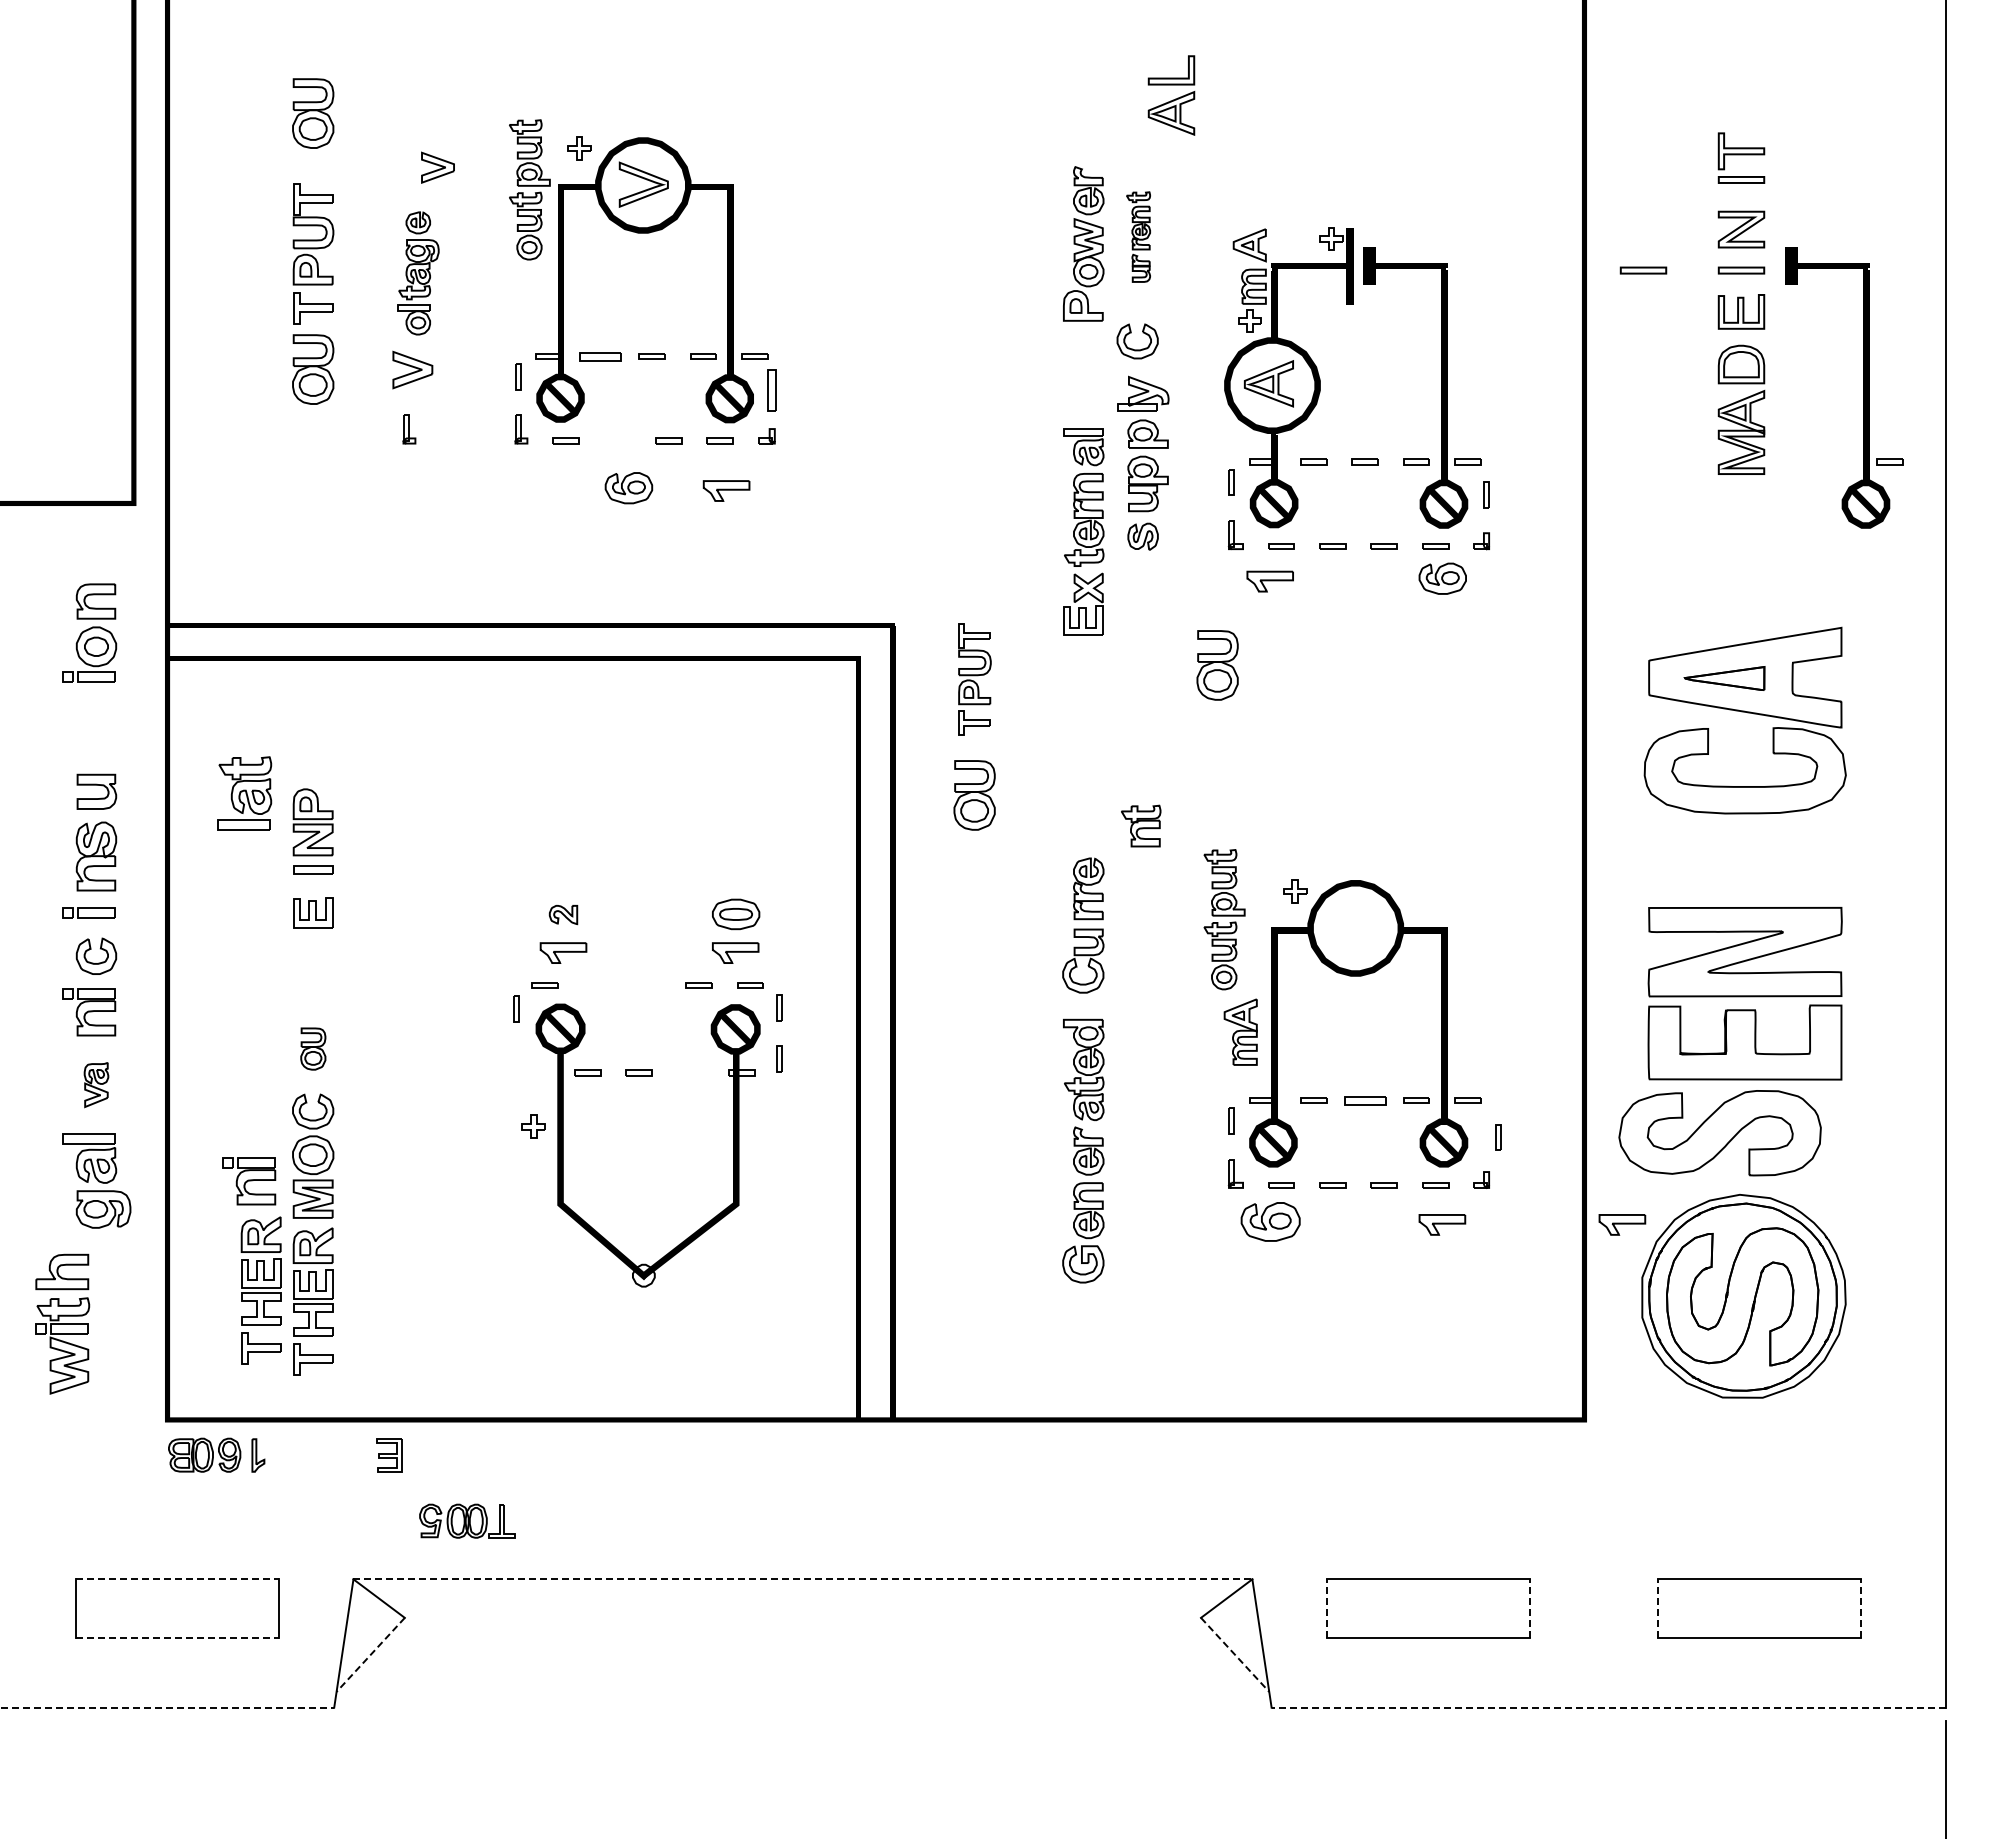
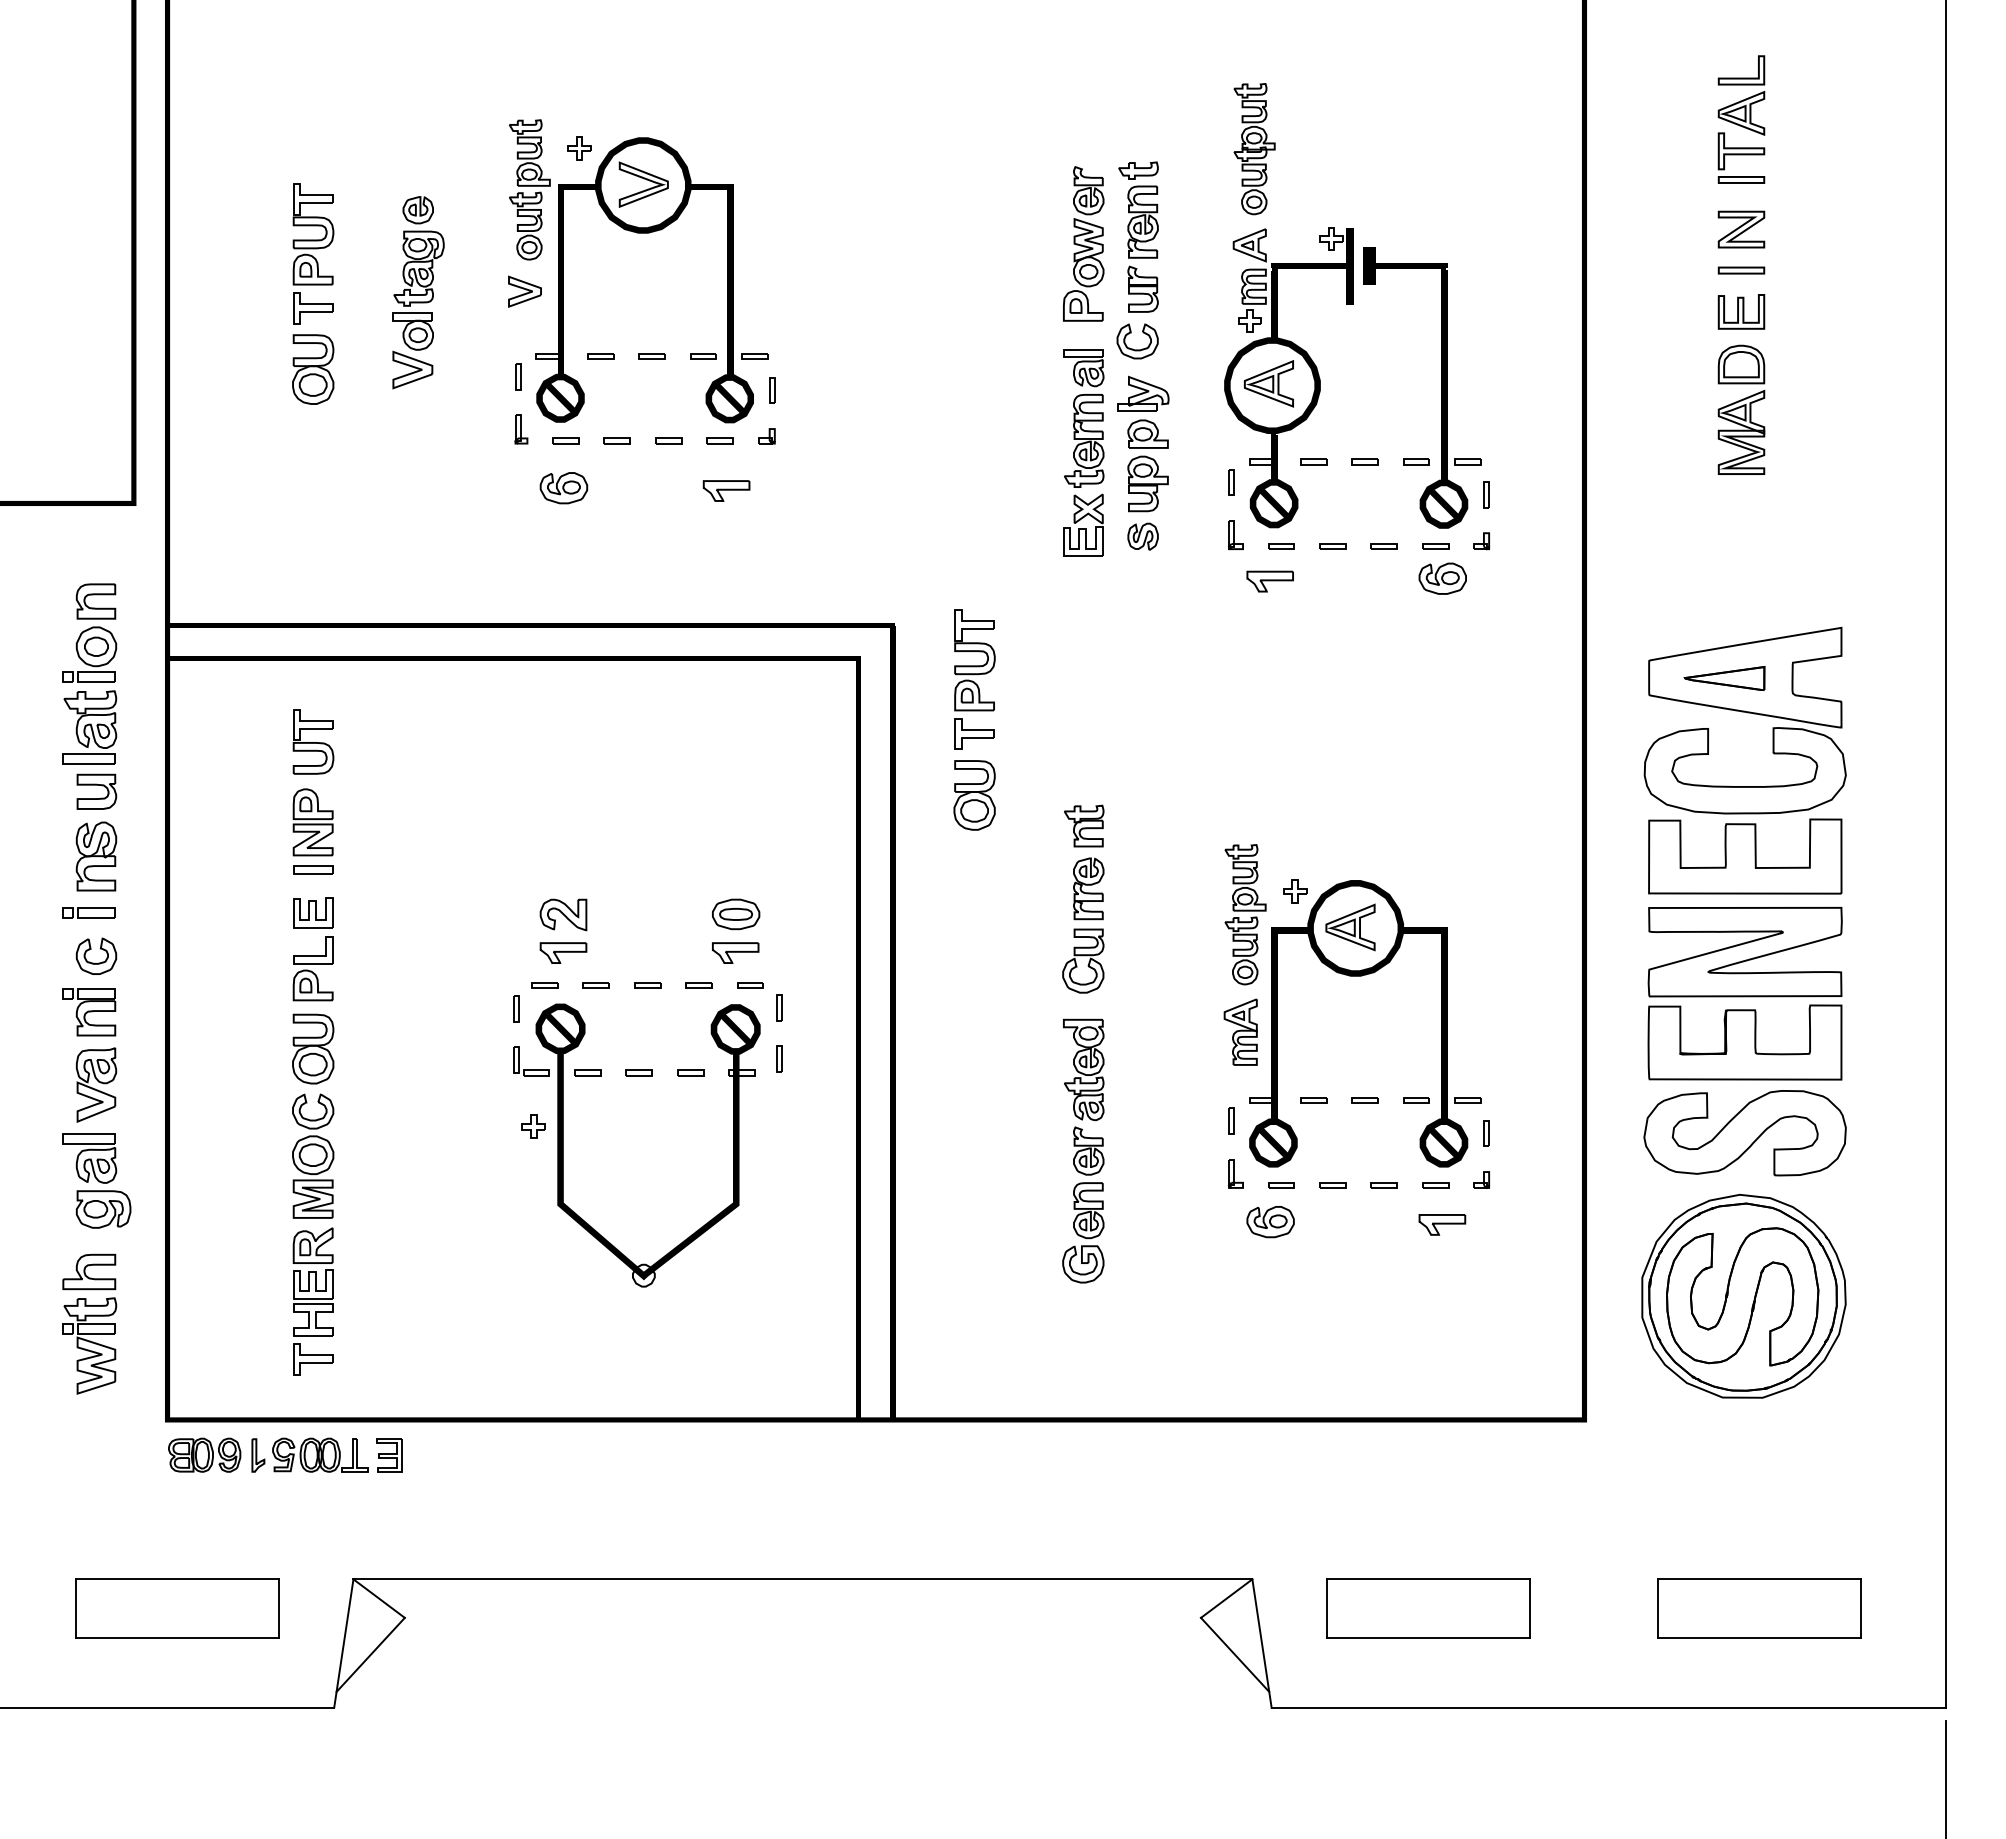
part at (1171, 95) position: (1171, 95) -> (1741, 95)
part at (313, 113): present -> none
part at (1254, 149): none -> present
part at (437, 167) position: (437, 167) -> (524, 291)
part at (1138, 236) size: 25x92 px -> 41x152 px
part at (1643, 270): present -> none
part at (418, 273) size: 43x125 px -> 53x155 px
part at (600, 356) size: 43x10 px -> 28x7 px
part at (1863, 387): present -> none
part at (771, 390) size: 10x43 px -> 7x27 px
part at (409, 429): present -> none
part at (616, 440): none -> present
part at (628, 488) position: (628, 488) -> (563, 488)
part at (1083, 531) position: (1083, 531) -> (1083, 452)
part at (1217, 665): present -> none
part at (974, 679) size: 34x113 px -> 42x141 px
part at (313, 741): none -> present
part at (244, 793) position: (244, 793) -> (89, 727)
part at (1141, 825) position: (1141, 825) -> (1084, 825)
part at (1745, 856): none -> present
part at (563, 915) size: 31x21 px -> 49x34 px
part at (1224, 919) position: (1224, 919) -> (1245, 914)
part at (1350, 927): none -> present
part at (312, 968): none -> present
part at (595, 985): none -> present
part at (647, 985): none -> present
part at (313, 1048) size: 27x44 px -> 43x72 px
part at (531, 1069): none -> present
part at (690, 1072): none -> present
part at (96, 1085) size: 27x47 px -> 43x76 px
part at (1365, 1100) size: 43x10 px -> 28x7 px
part at (1719, 1133) position: (1719, 1133) -> (1744, 1133)
part at (1498, 1137) position: (1498, 1137) -> (1486, 1133)
part at (249, 1181): present -> none
part at (1270, 1221) size: 61x40 px -> 49x33 px
part at (1622, 1224): present -> none
part at (260, 1290): present -> none
part at (62, 1323) position: (62, 1323) -> (89, 1323)
part at (467, 1520) position: (467, 1520) -> (320, 1454)
line at (178, 1579): dashed -> solid
line at (803, 1579): dashed -> solid
line at (1326, 1608): dashed -> solid
line at (1529, 1608): dashed -> solid
line at (1658, 1608): dashed -> solid
line at (1861, 1608): dashed -> solid
line at (178, 1638): dashed -> solid
line at (370, 1655): dashed -> solid
line at (1235, 1655): dashed -> solid
line at (167, 1707): dashed -> solid
line at (1608, 1707): dashed -> solid
